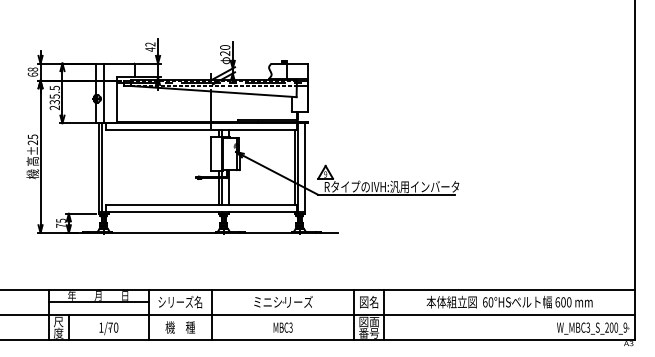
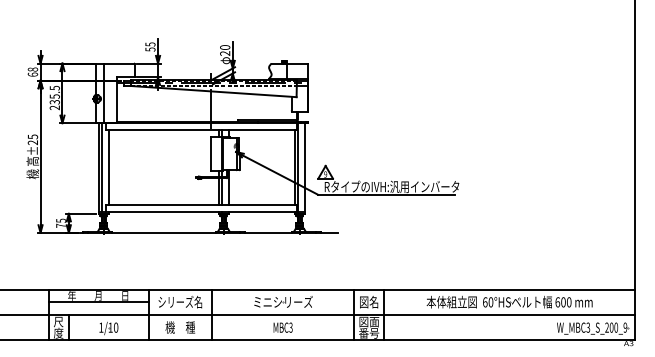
text at (150, 46): 42 -> 55
line at (108, 167): none -> present
text at (110, 327): 1/70 -> 1/10
